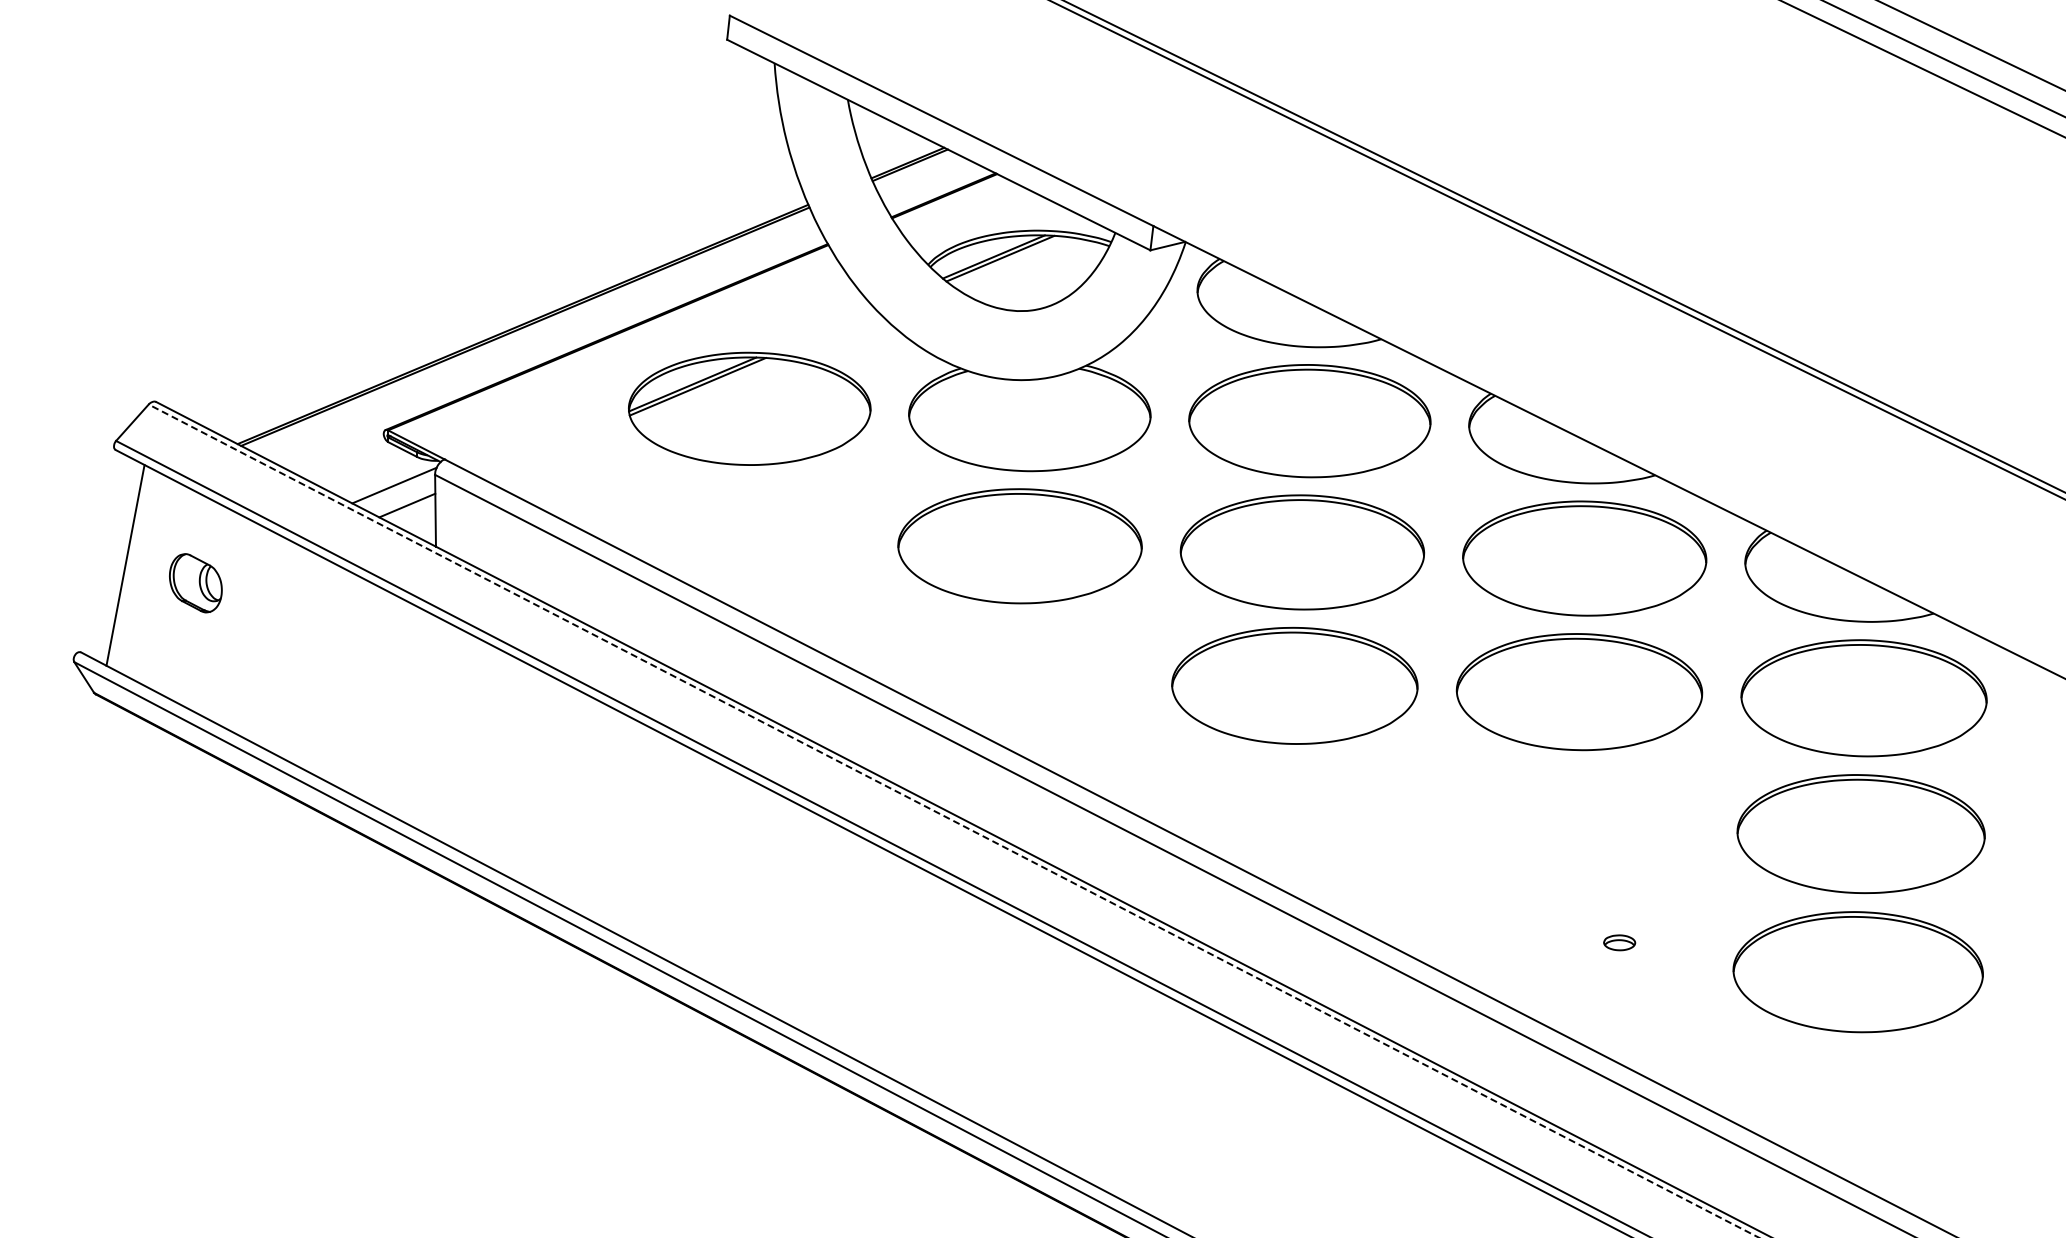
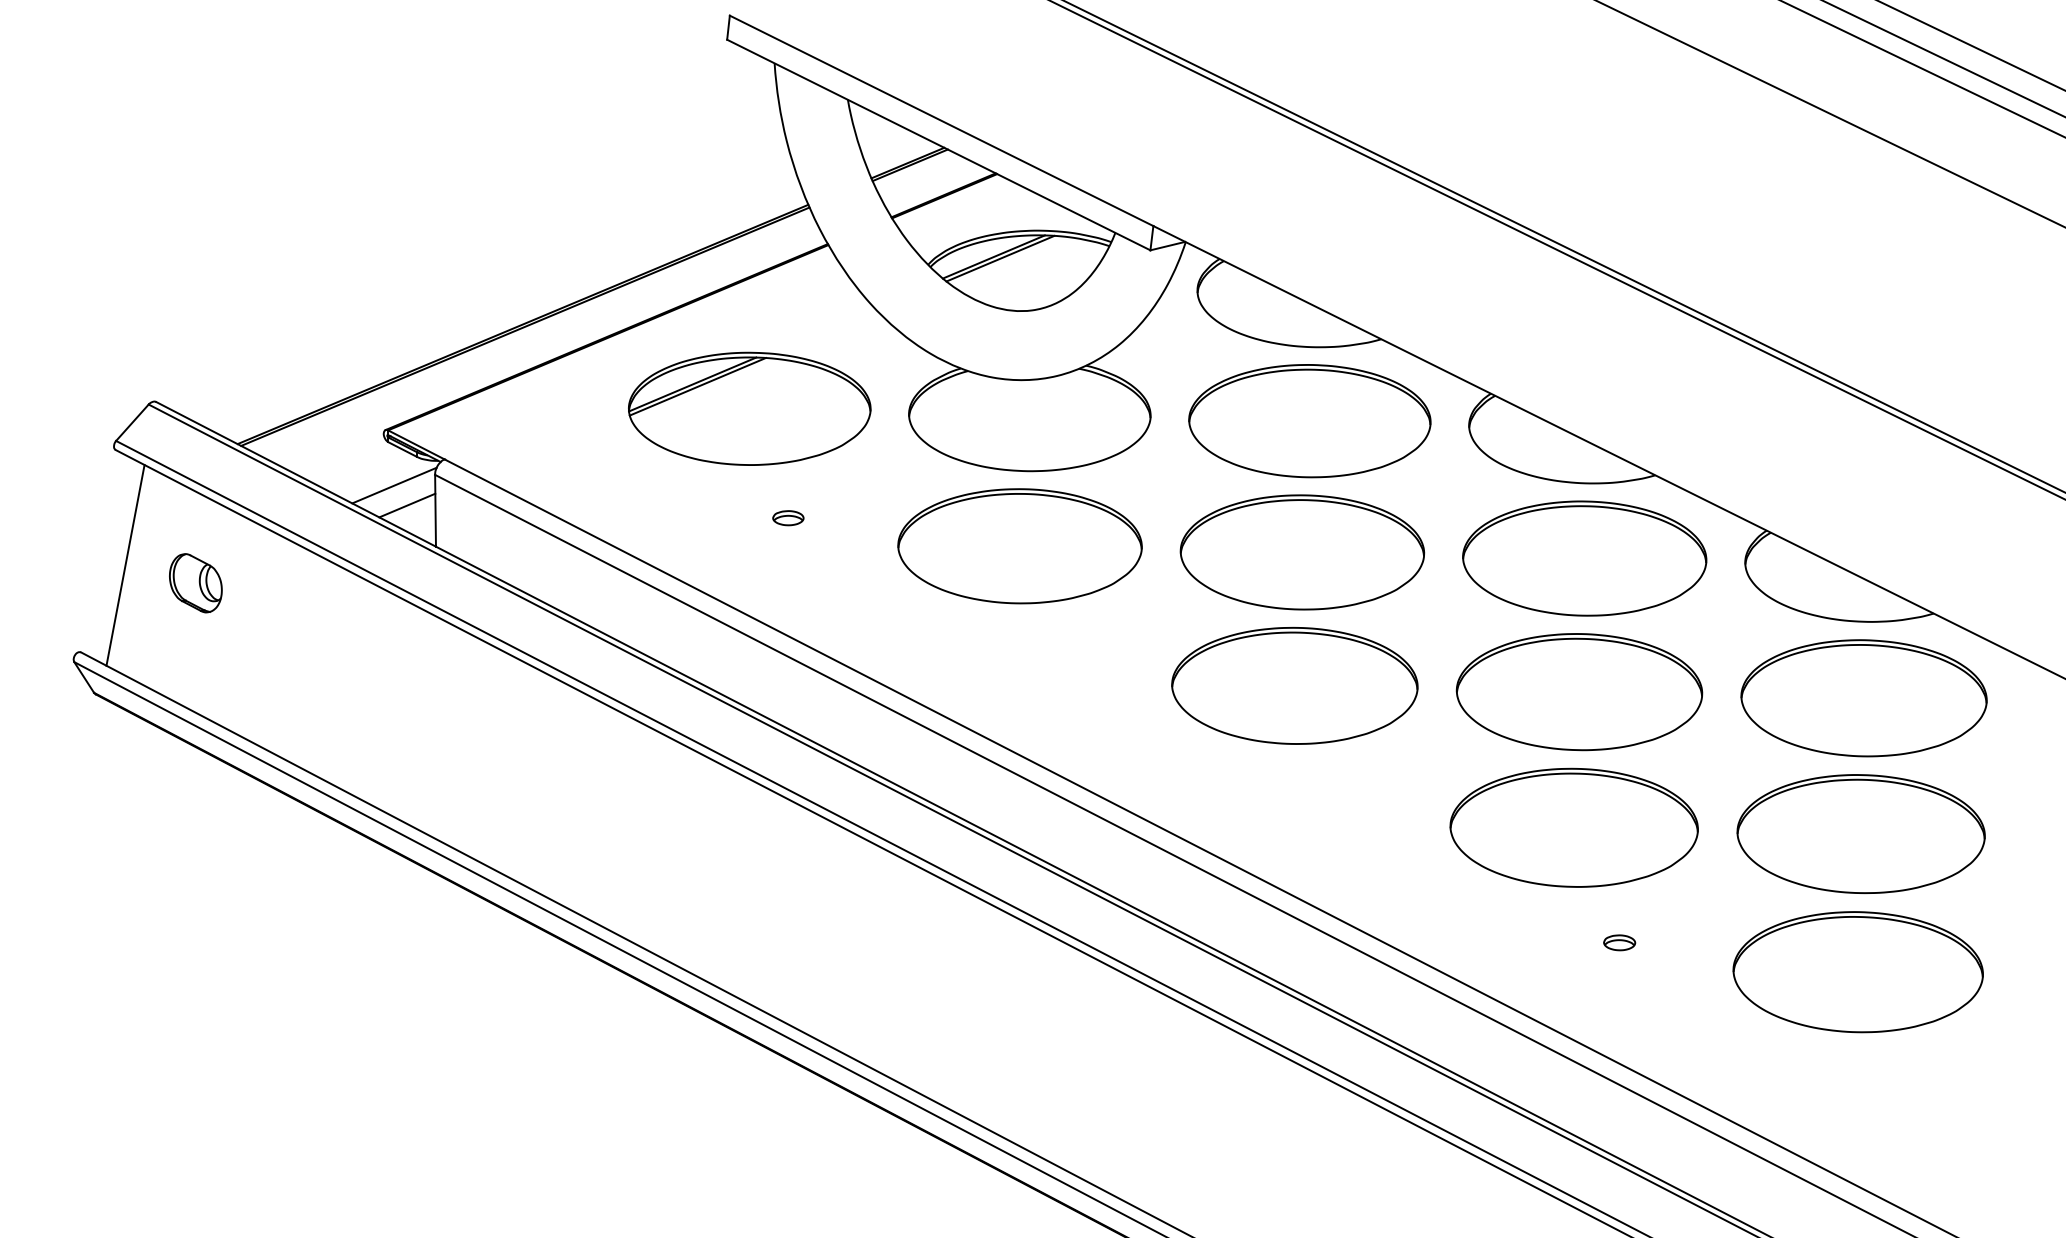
line at (1830, 113): none -> present
part at (788, 518): none -> present
line at (953, 820): dashed -> solid
part at (1573, 827): none -> present
